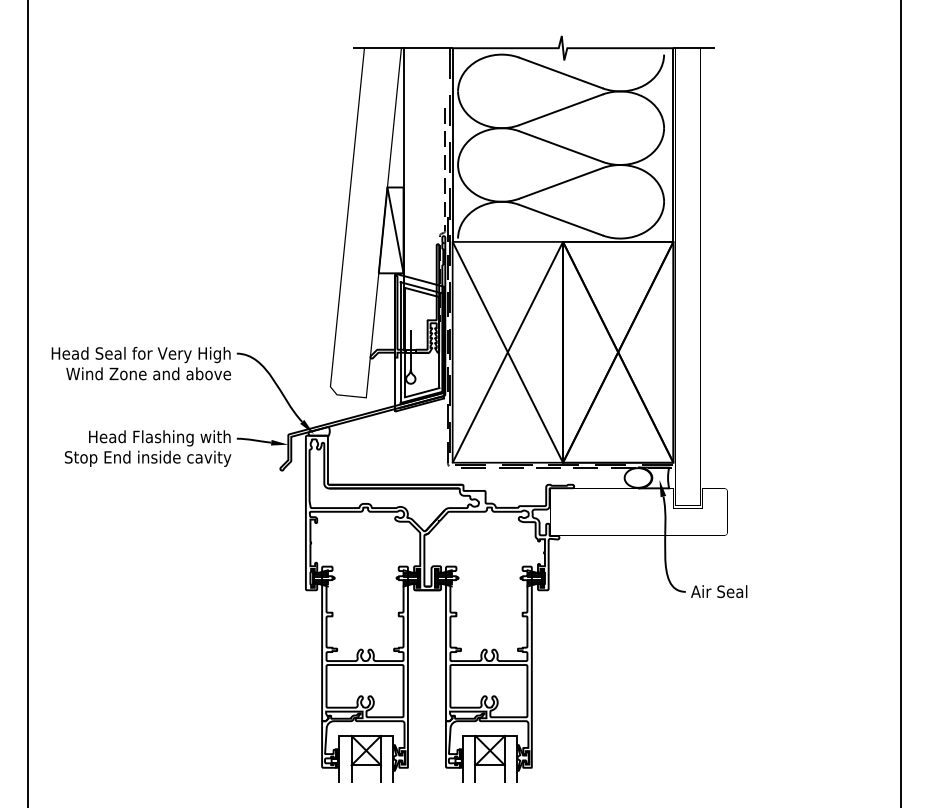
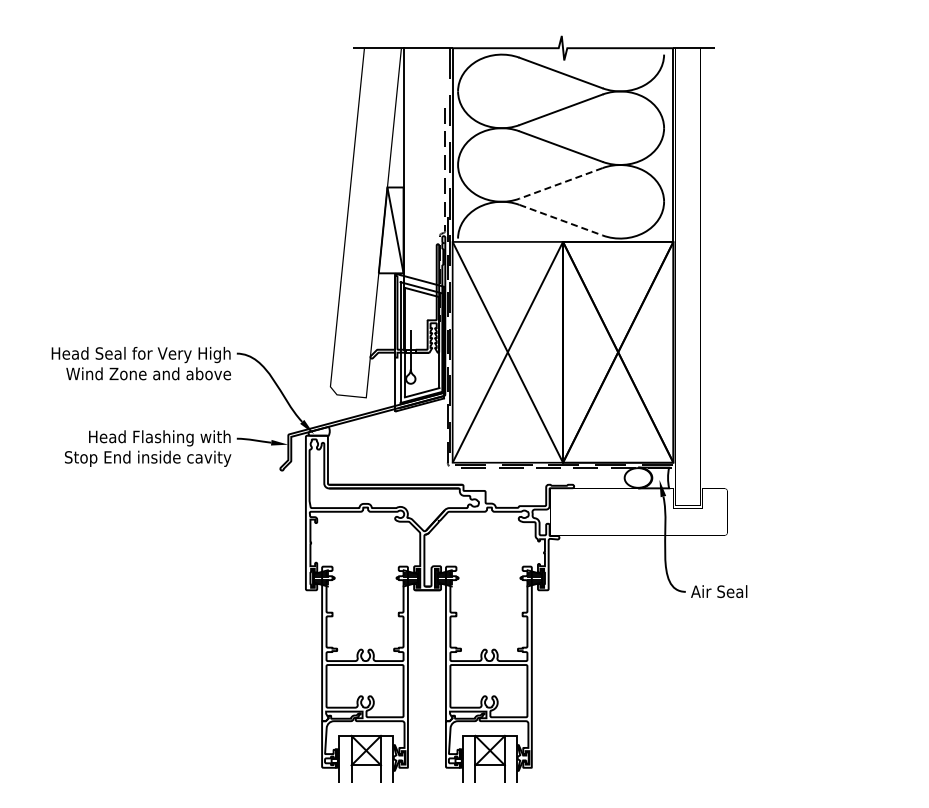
line at (560, 183): solid -> dashed
line at (561, 220): solid -> dashed
line at (27, 403): present -> none
line at (901, 403): present -> none
